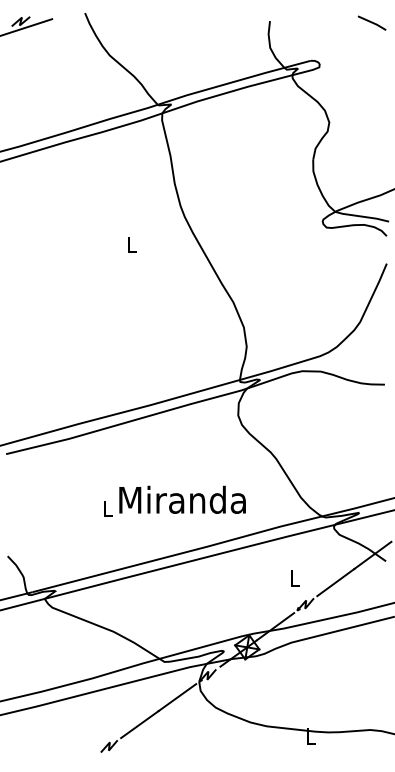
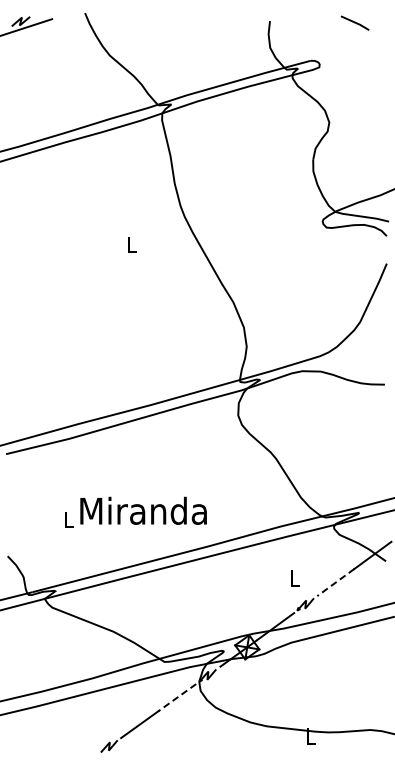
line at (371, 22) position: (371, 22) -> (354, 22)
text at (174, 500) position: (174, 500) -> (135, 511)
line at (335, 582): solid -> dashed
line at (177, 697): solid -> dashed
